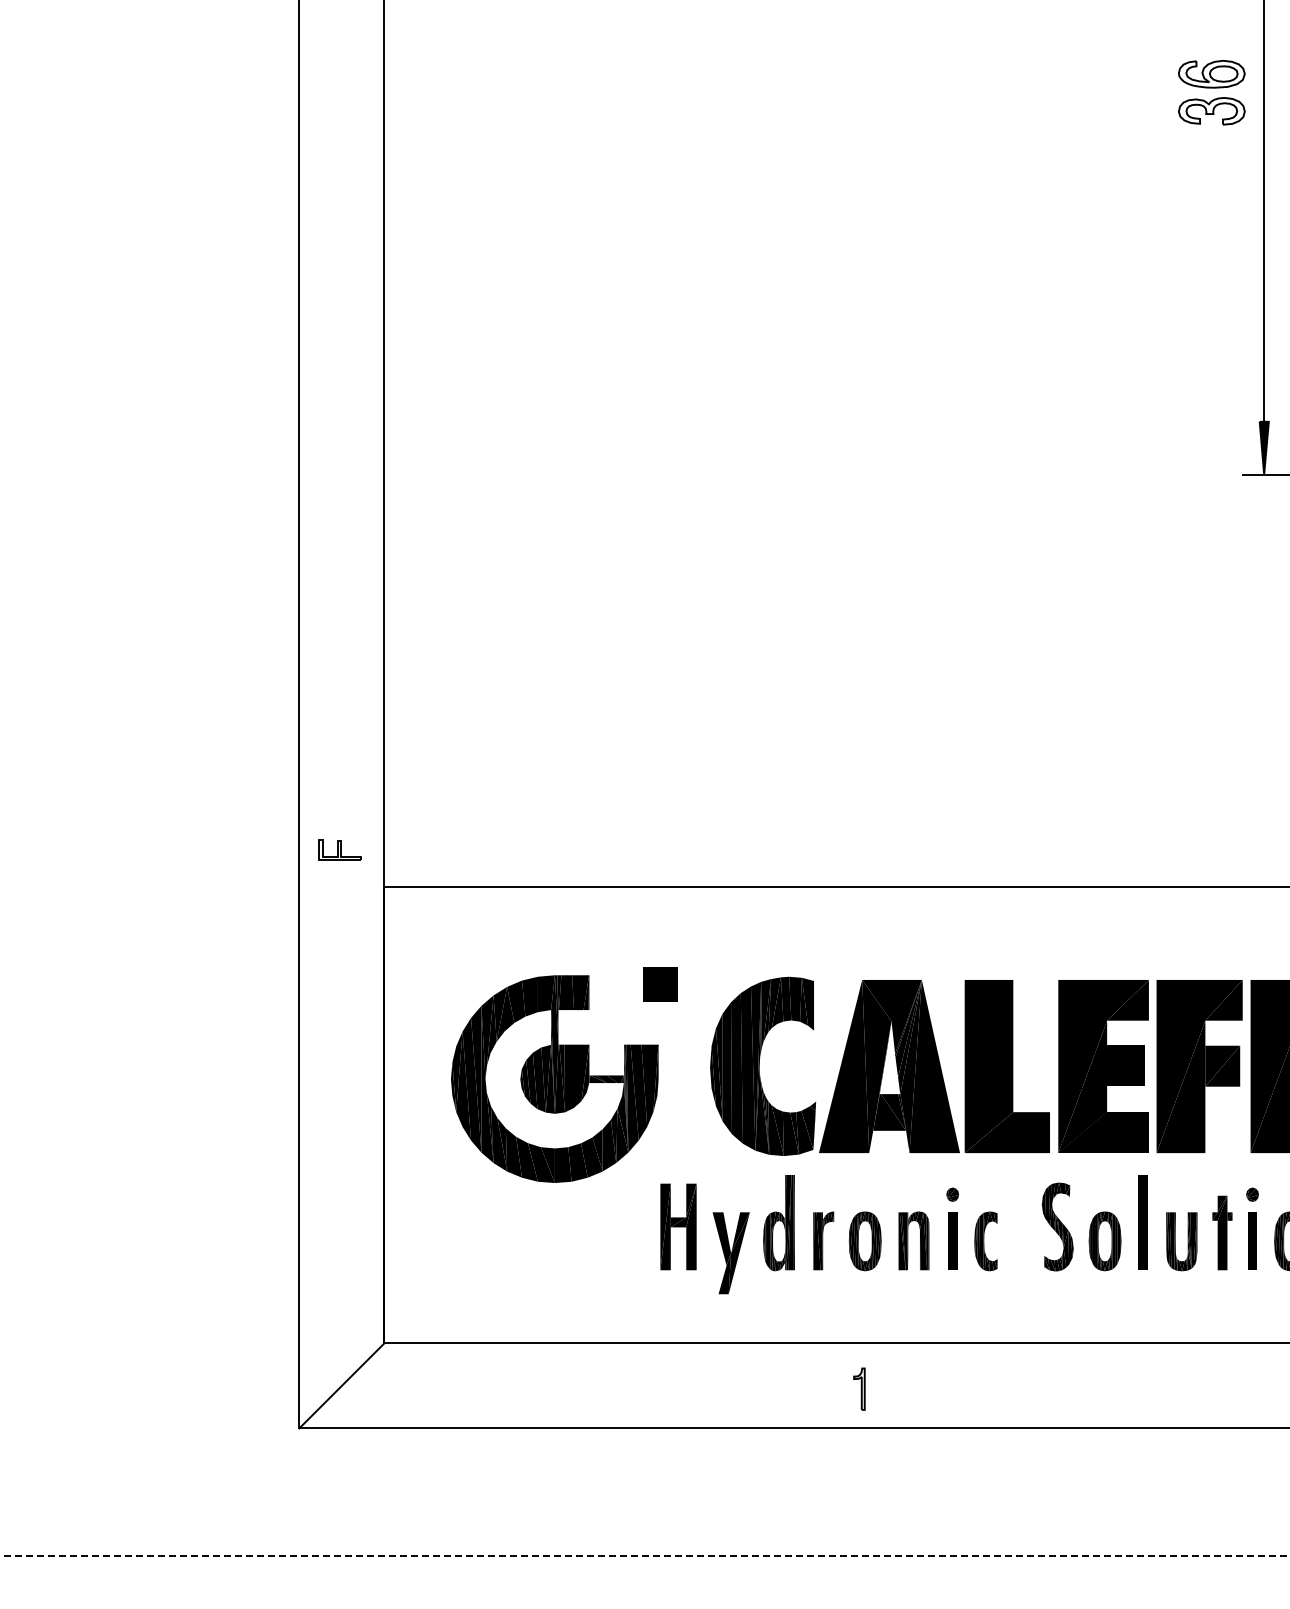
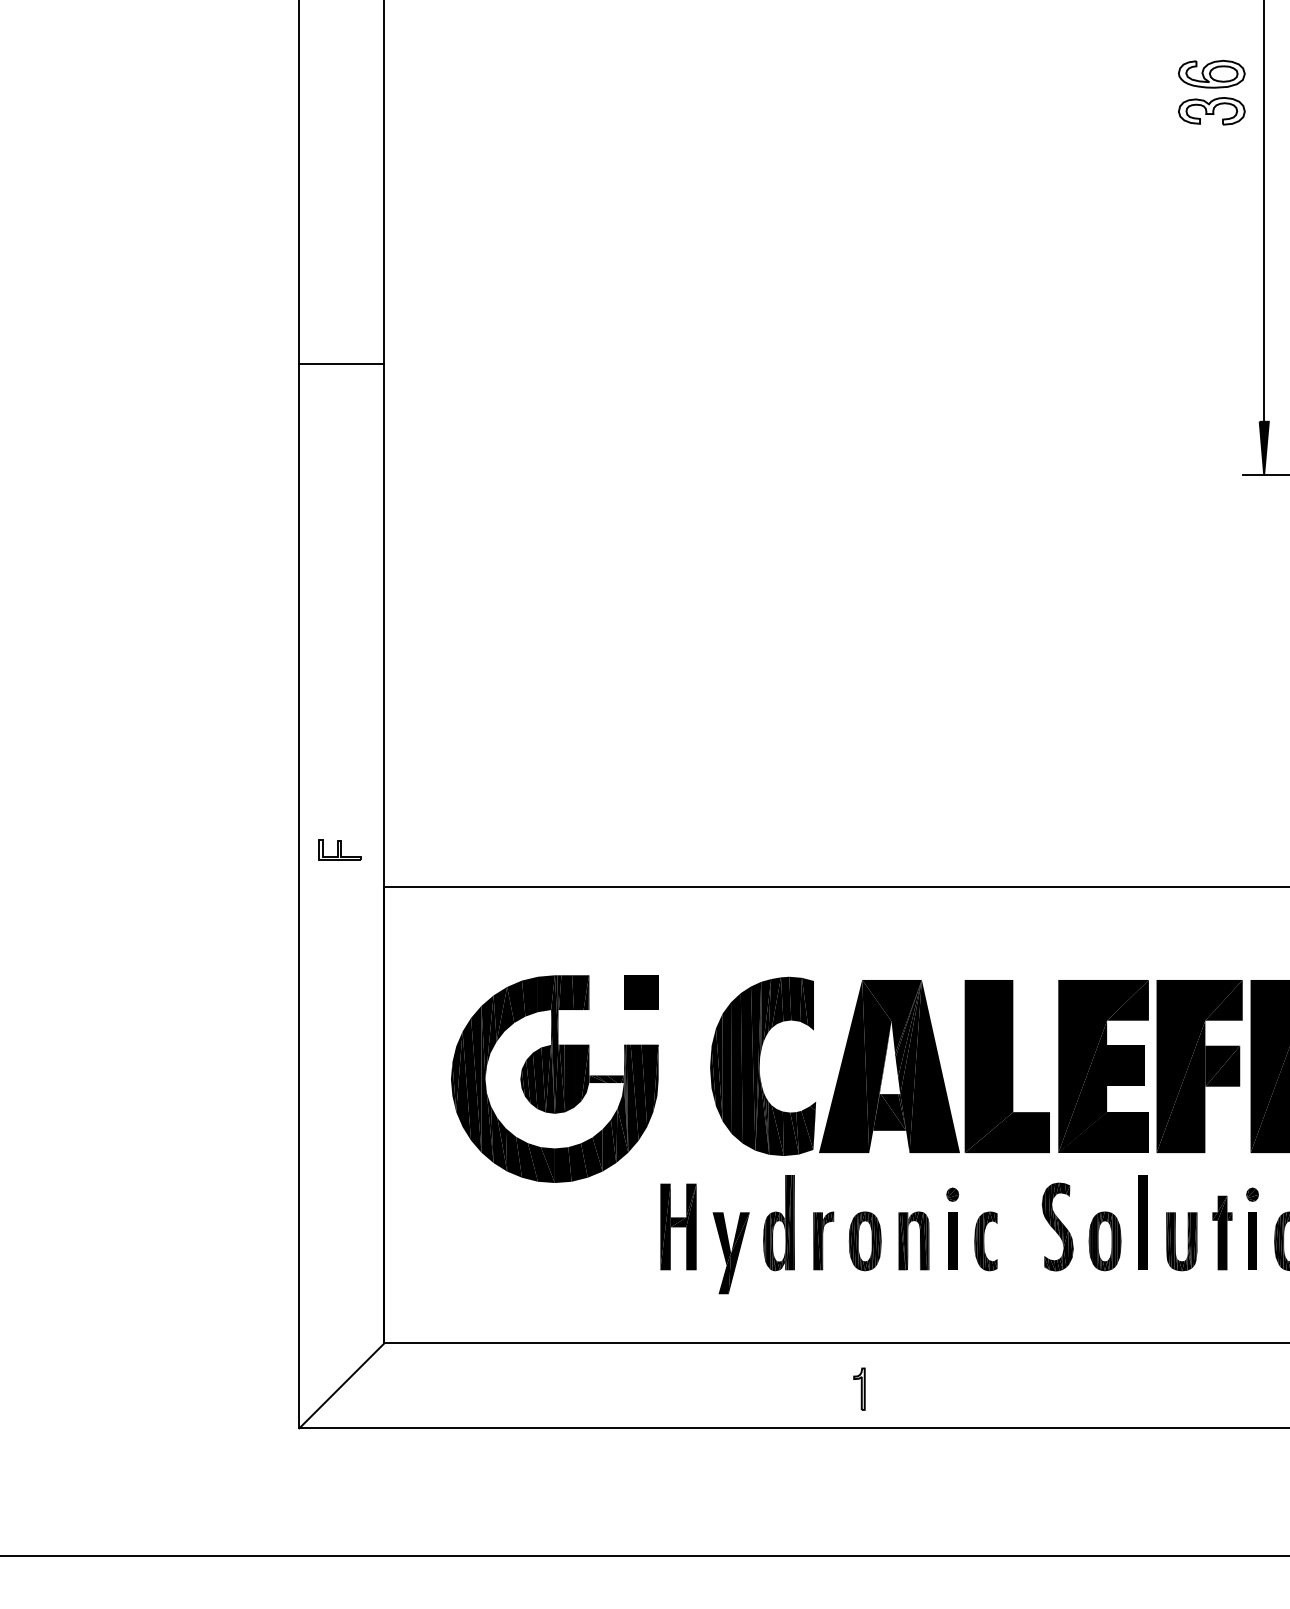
line at (341, 363): none -> present
part at (660, 984) position: (660, 984) -> (641, 992)
line at (645, 1555): dashed -> solid
